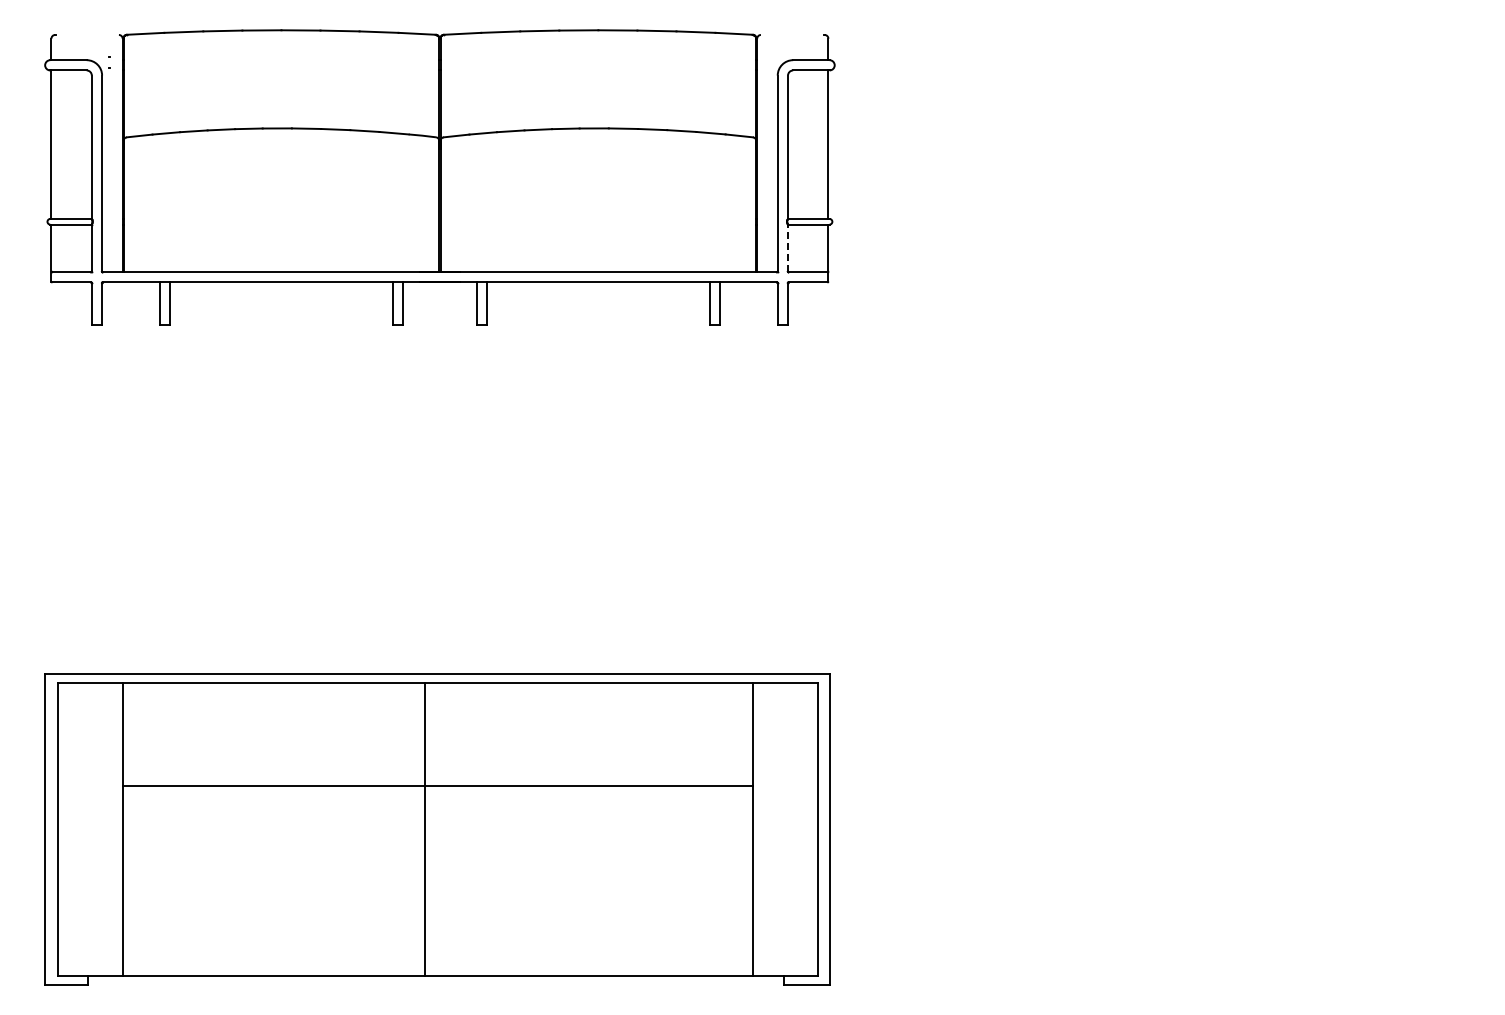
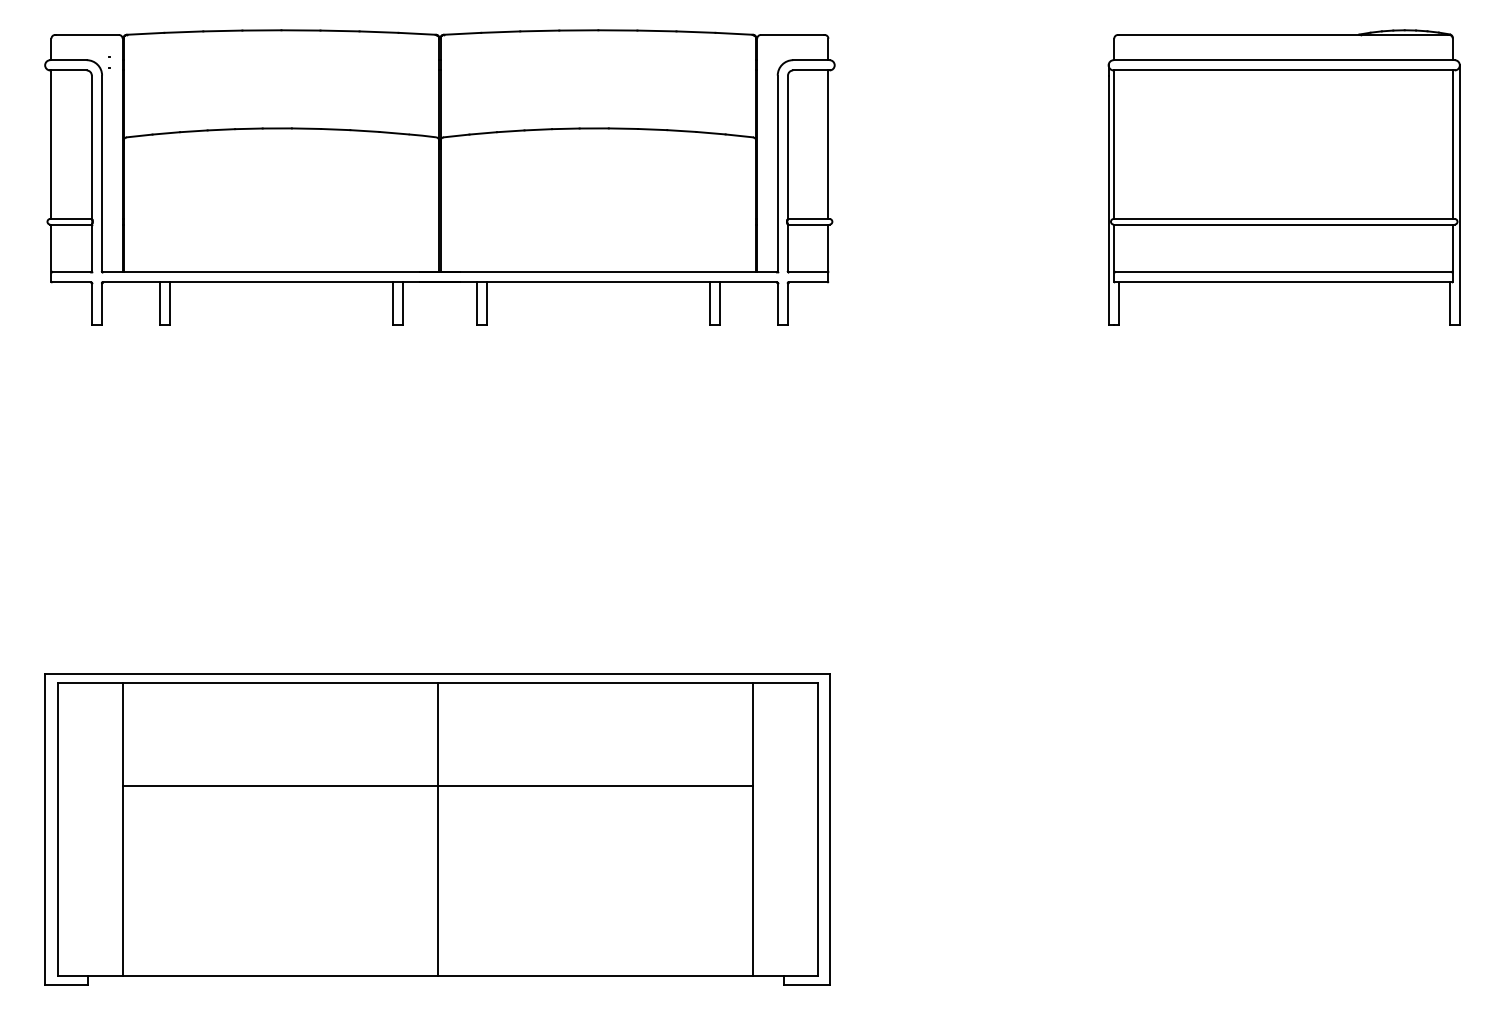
line at (87, 34): none -> present
line at (791, 34): none -> present
part at (1283, 177): none -> present
line at (788, 248): dashed -> solid
line at (424, 829) position: (424, 829) -> (437, 829)
